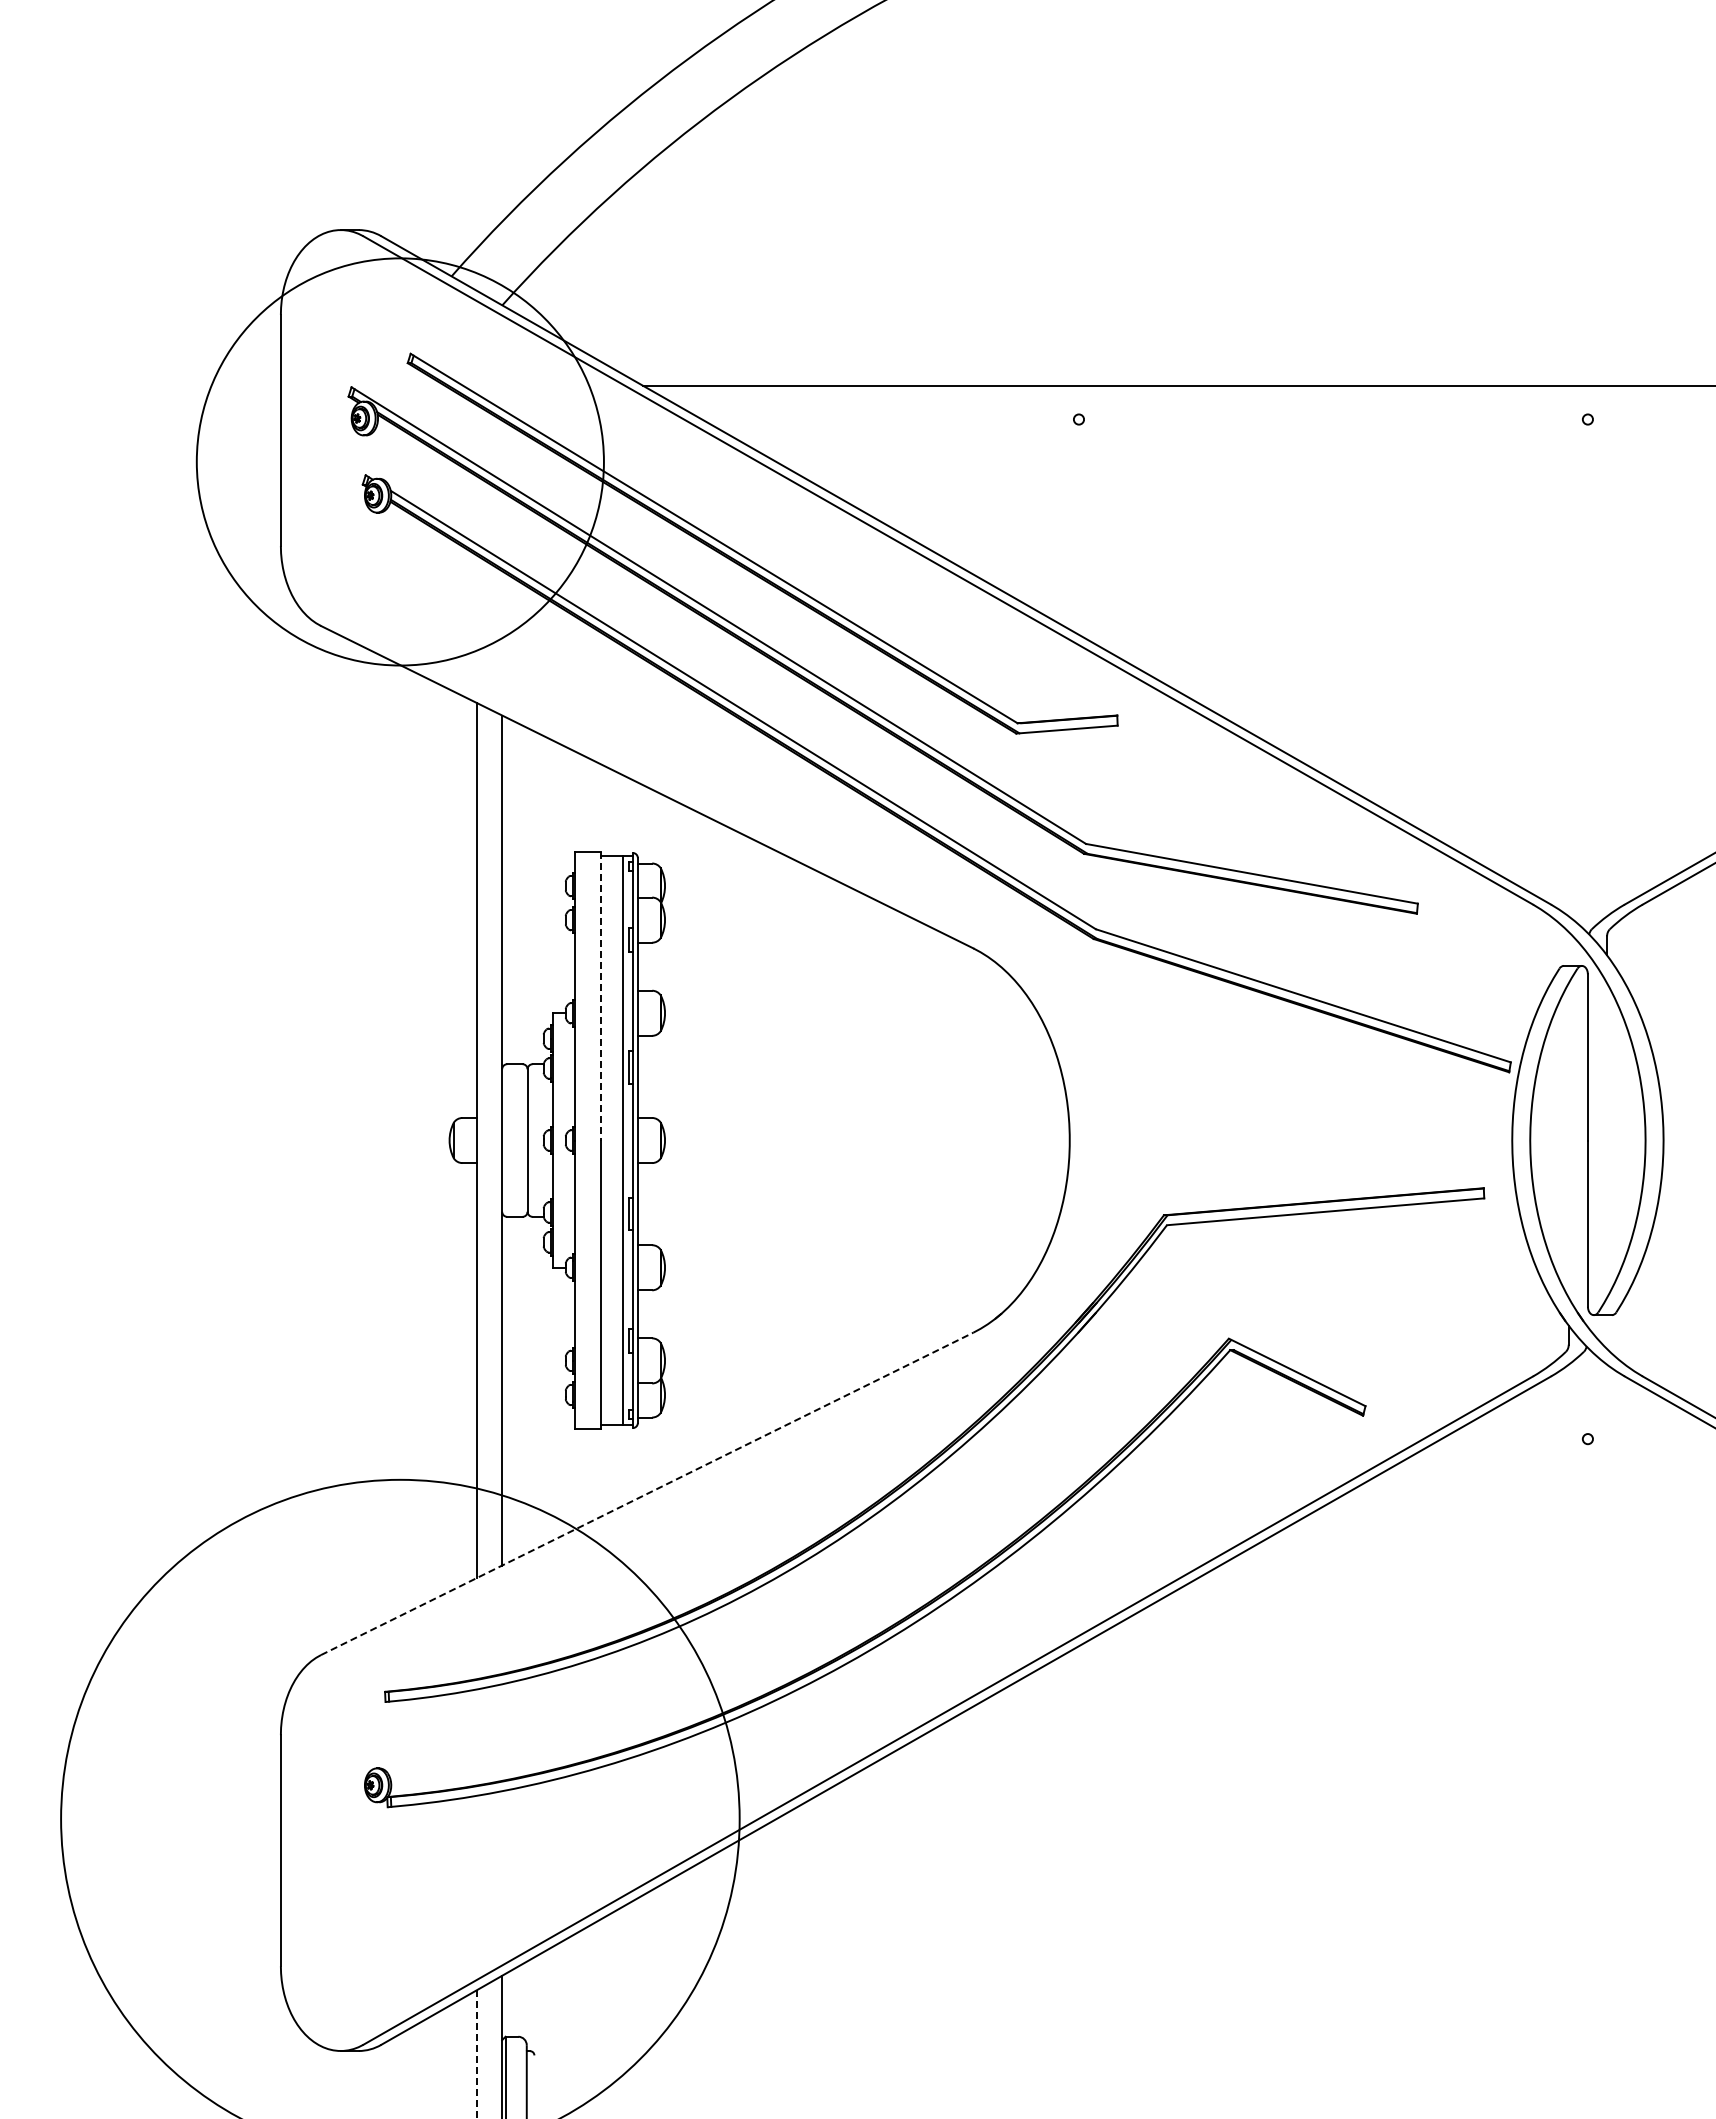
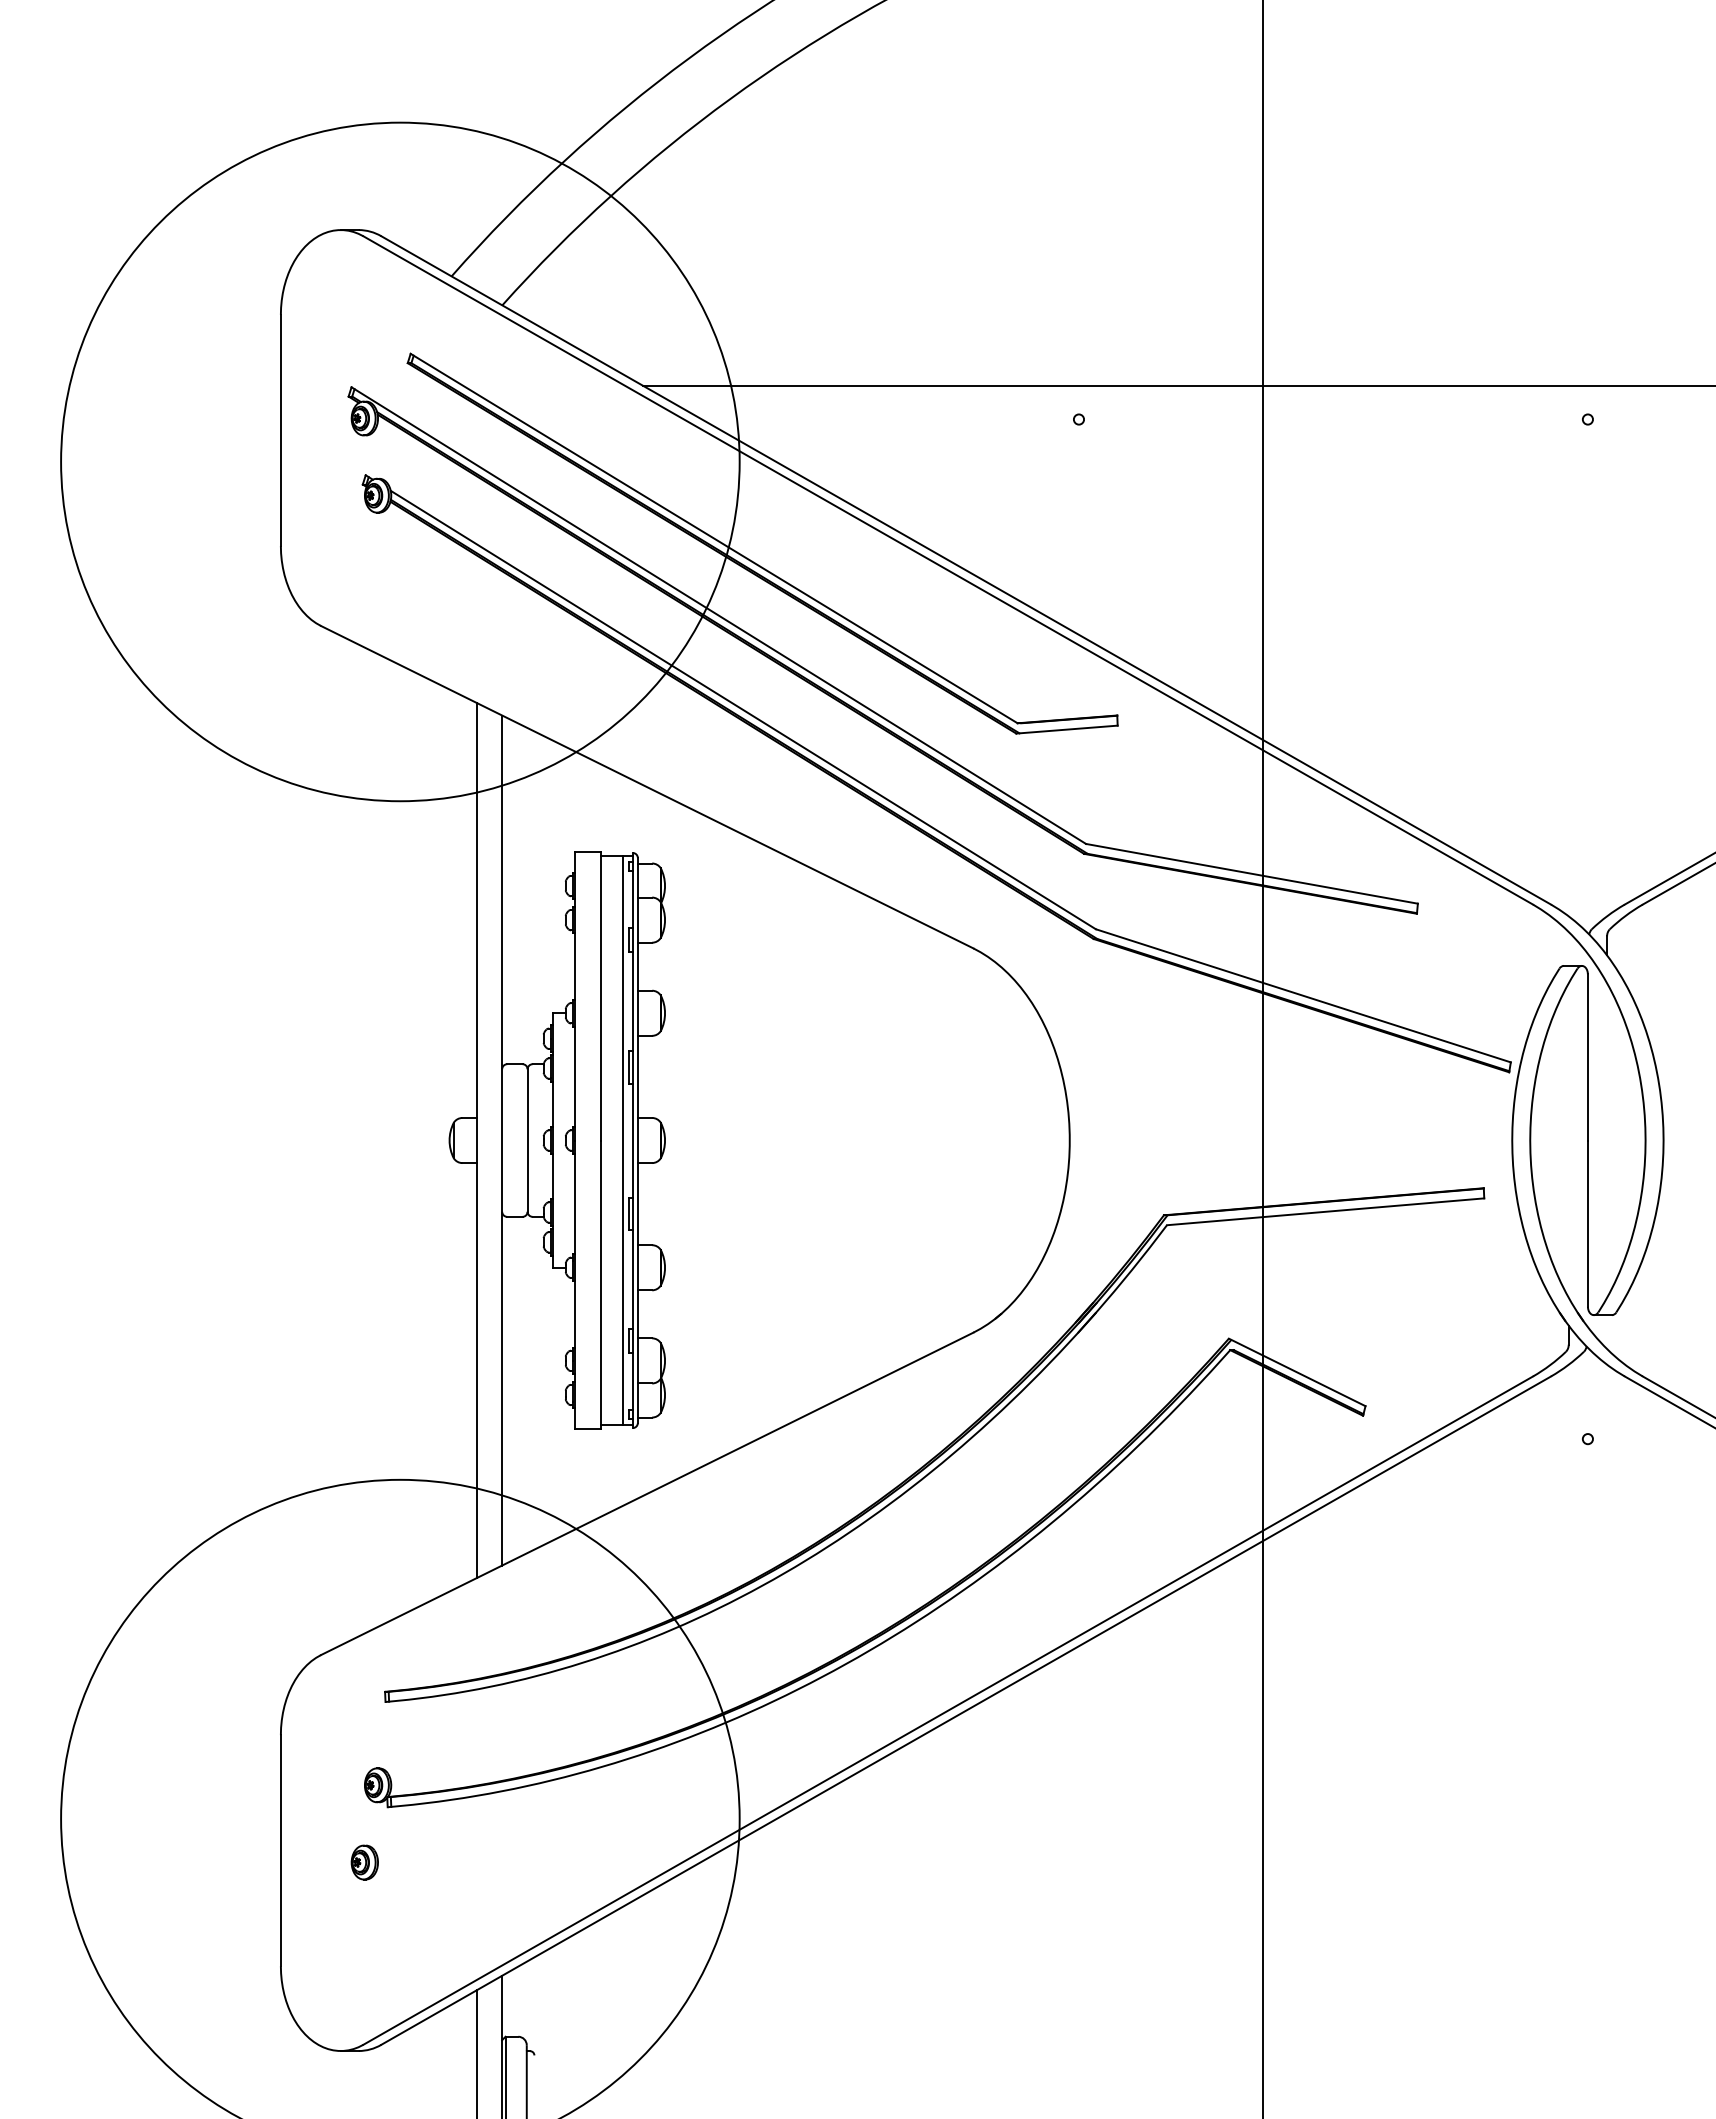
circle at (399, 461) diameter: 407 px -> 679 px
line at (600, 996): dashed -> solid
line at (1263, 1058): none -> present
line at (647, 1493): dashed -> solid
part at (364, 1862): none -> present
line at (476, 2054): dashed -> solid
